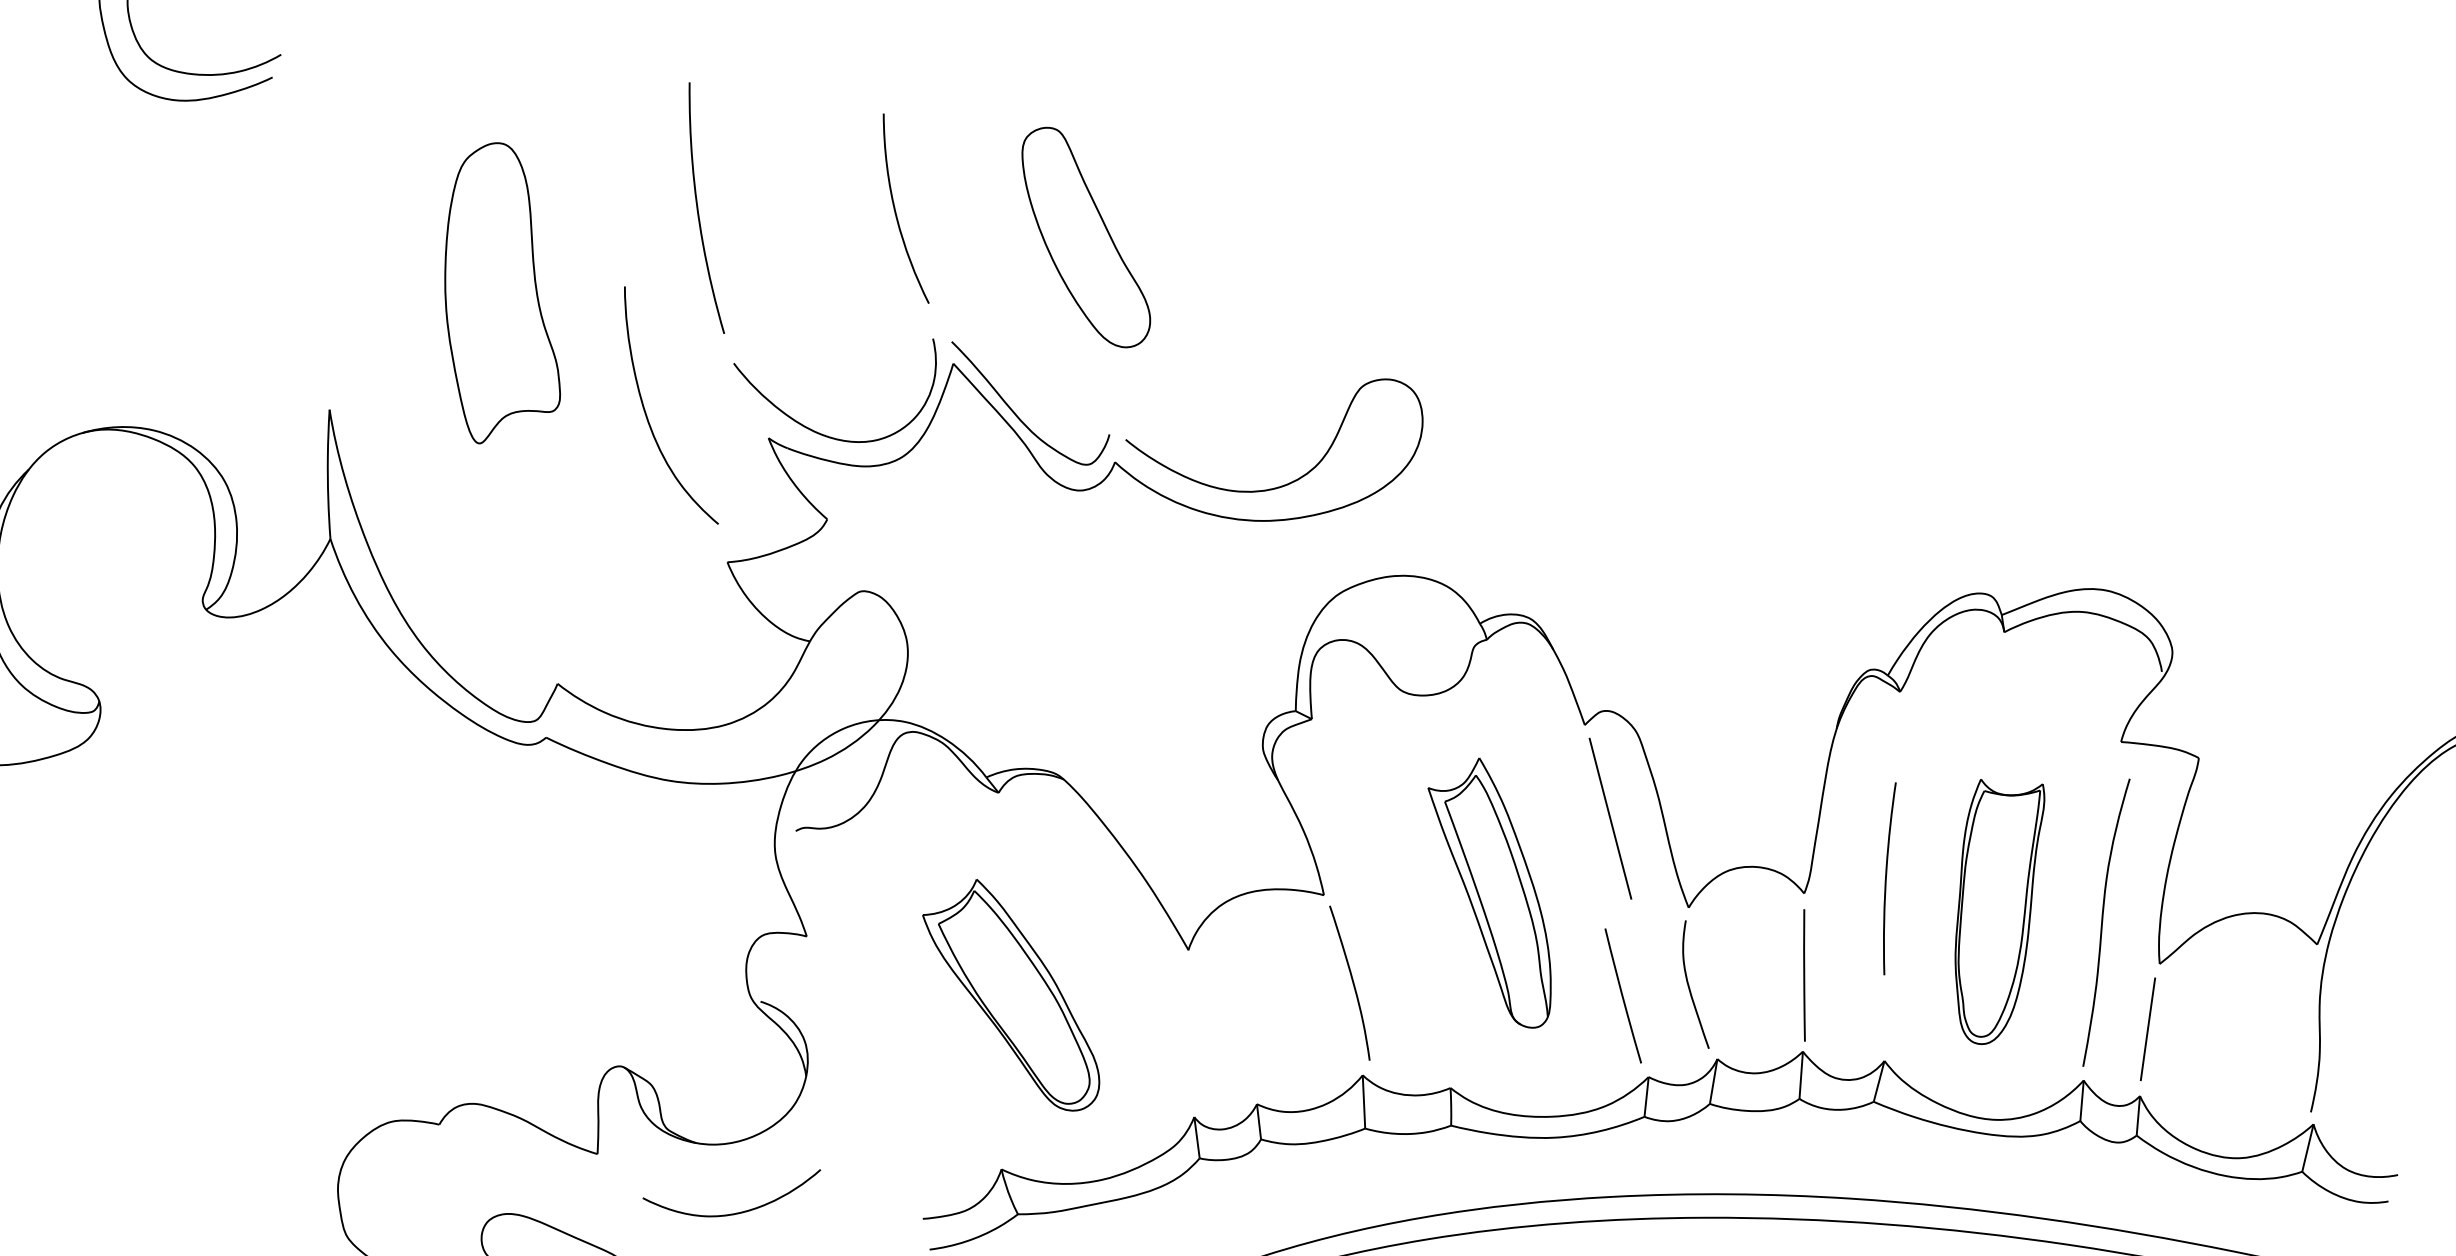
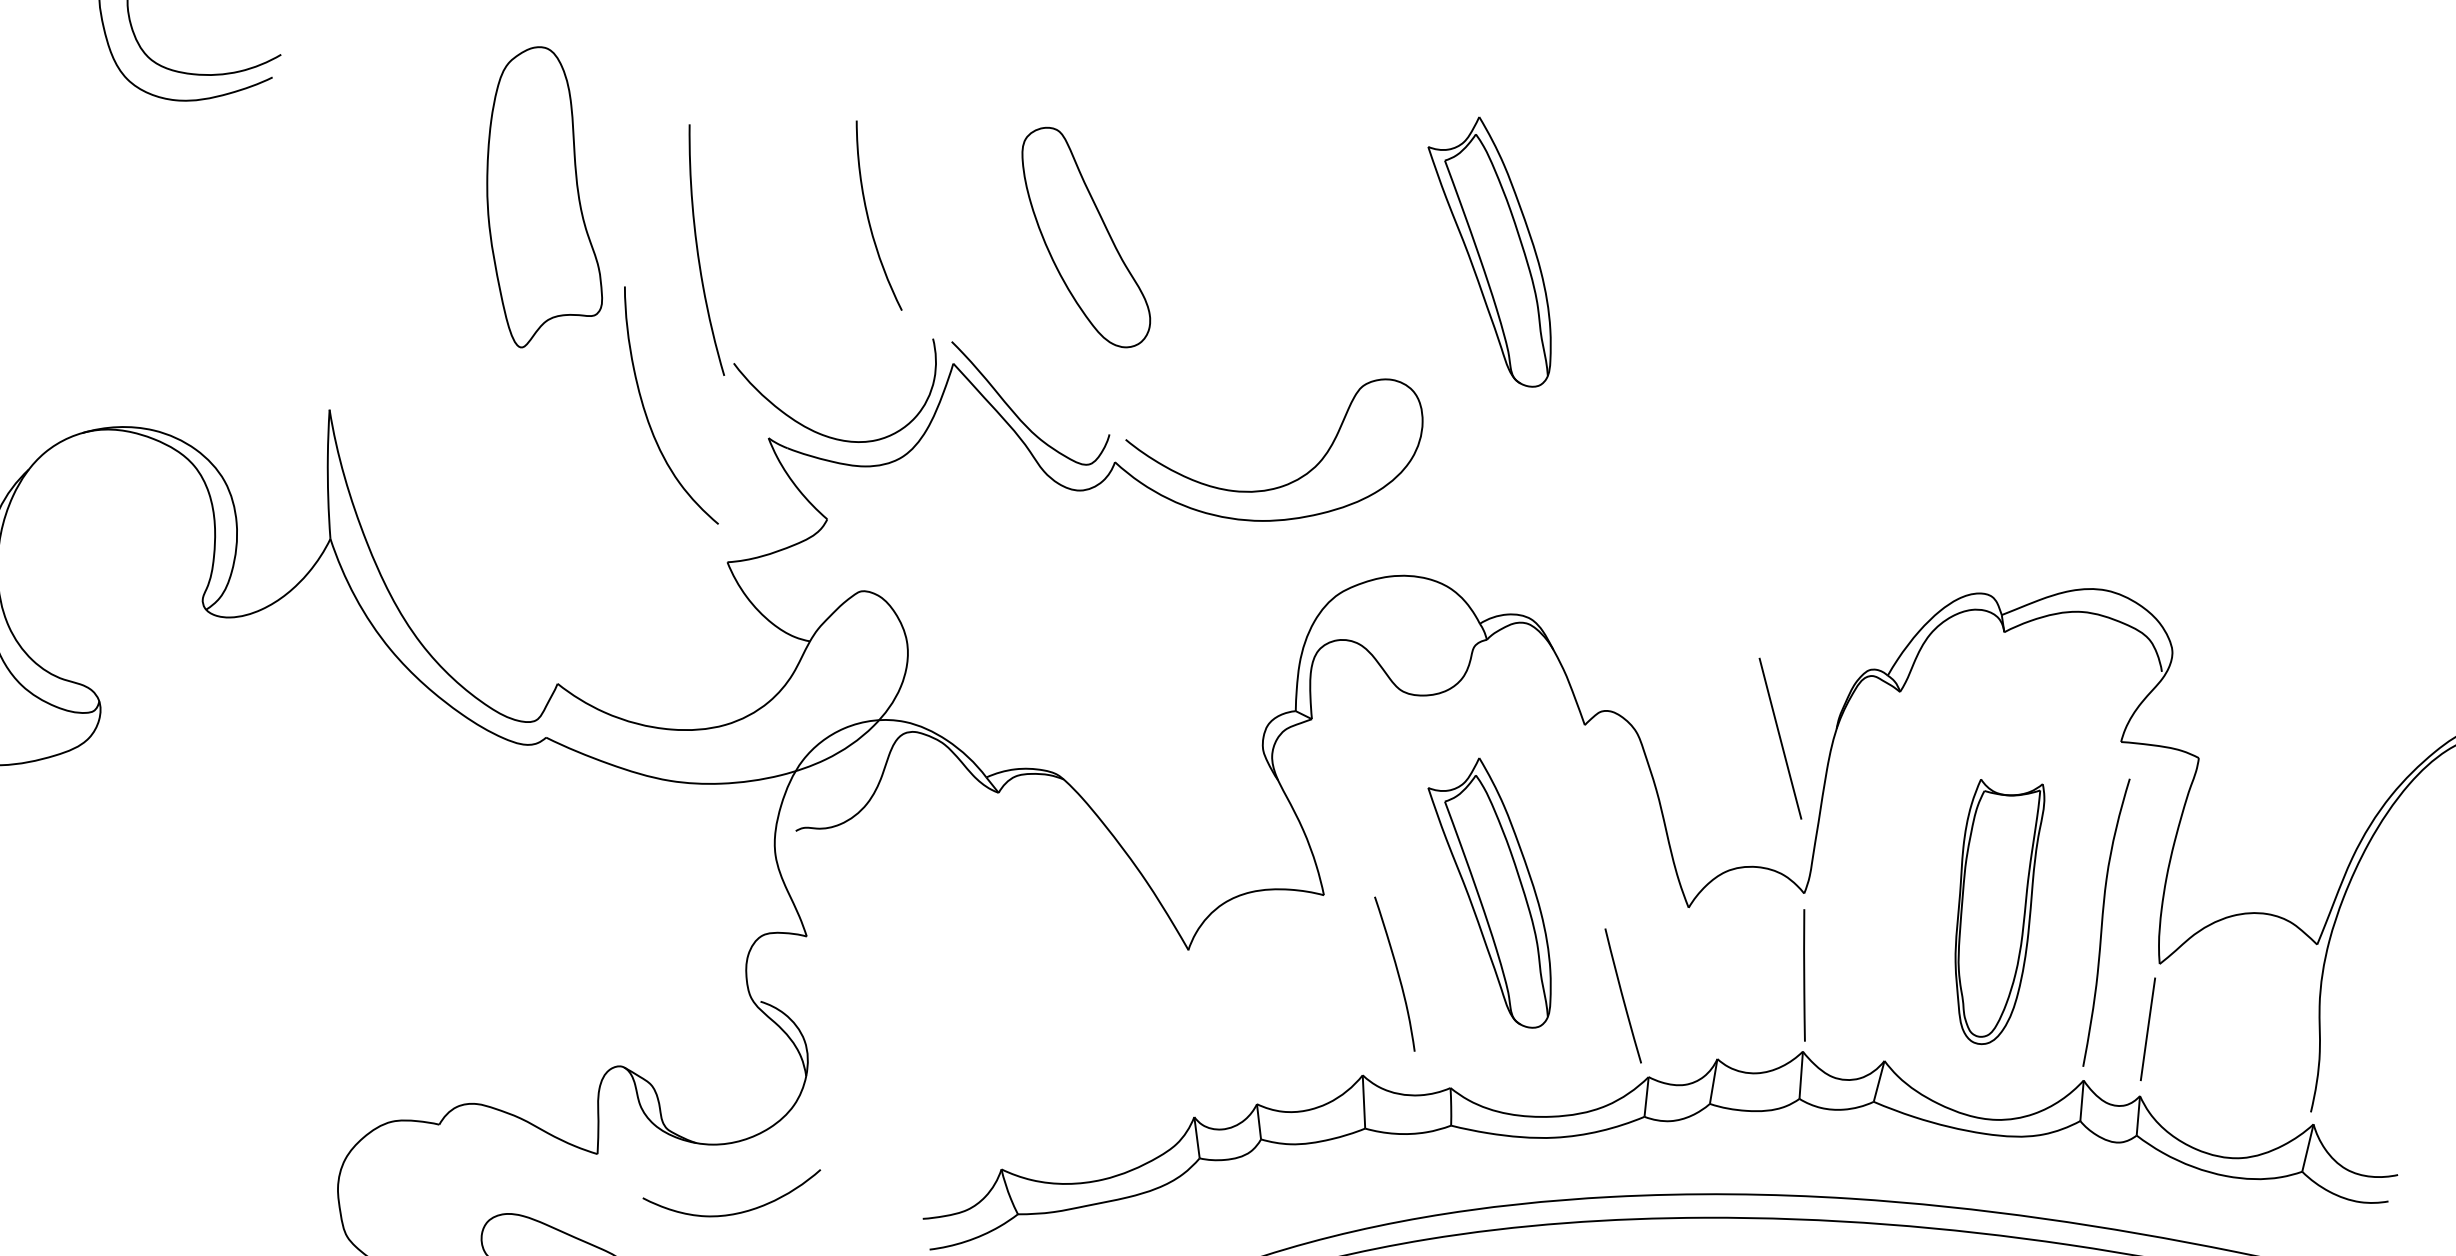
curve at (698, 207) position: (698, 207) -> (698, 249)
curve at (896, 211) position: (896, 211) -> (869, 218)
part at (1489, 251): none -> present
part at (502, 293) position: (502, 293) -> (544, 197)
line at (1610, 818) position: (1610, 818) -> (1780, 738)
curve at (1886, 878): present -> none
curve at (1351, 980) position: (1351, 980) -> (1396, 971)
curve at (1689, 984): present -> none
part at (1011, 995): present -> none
